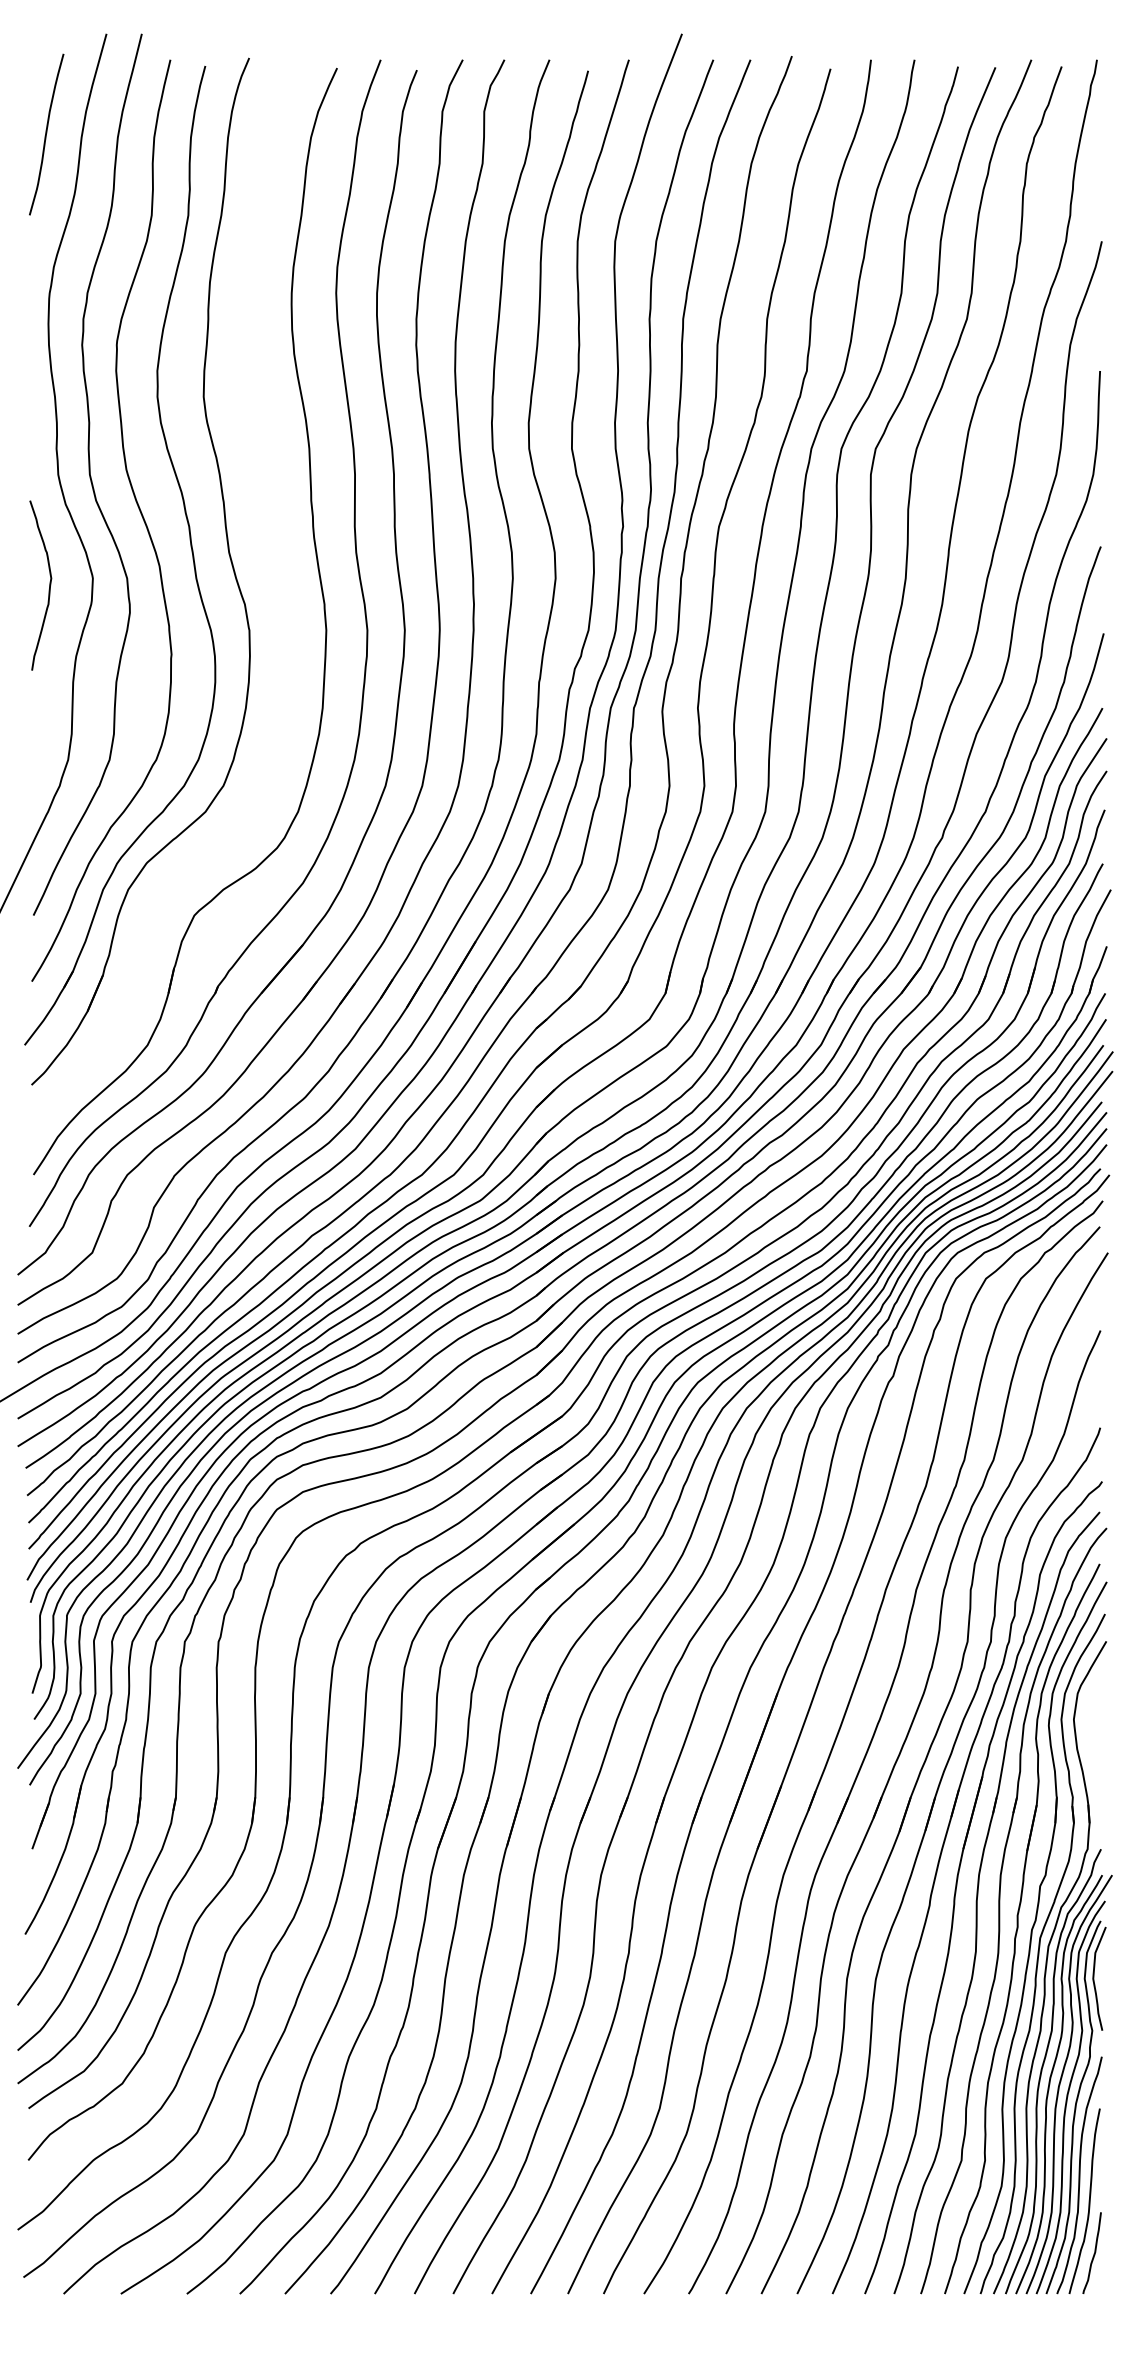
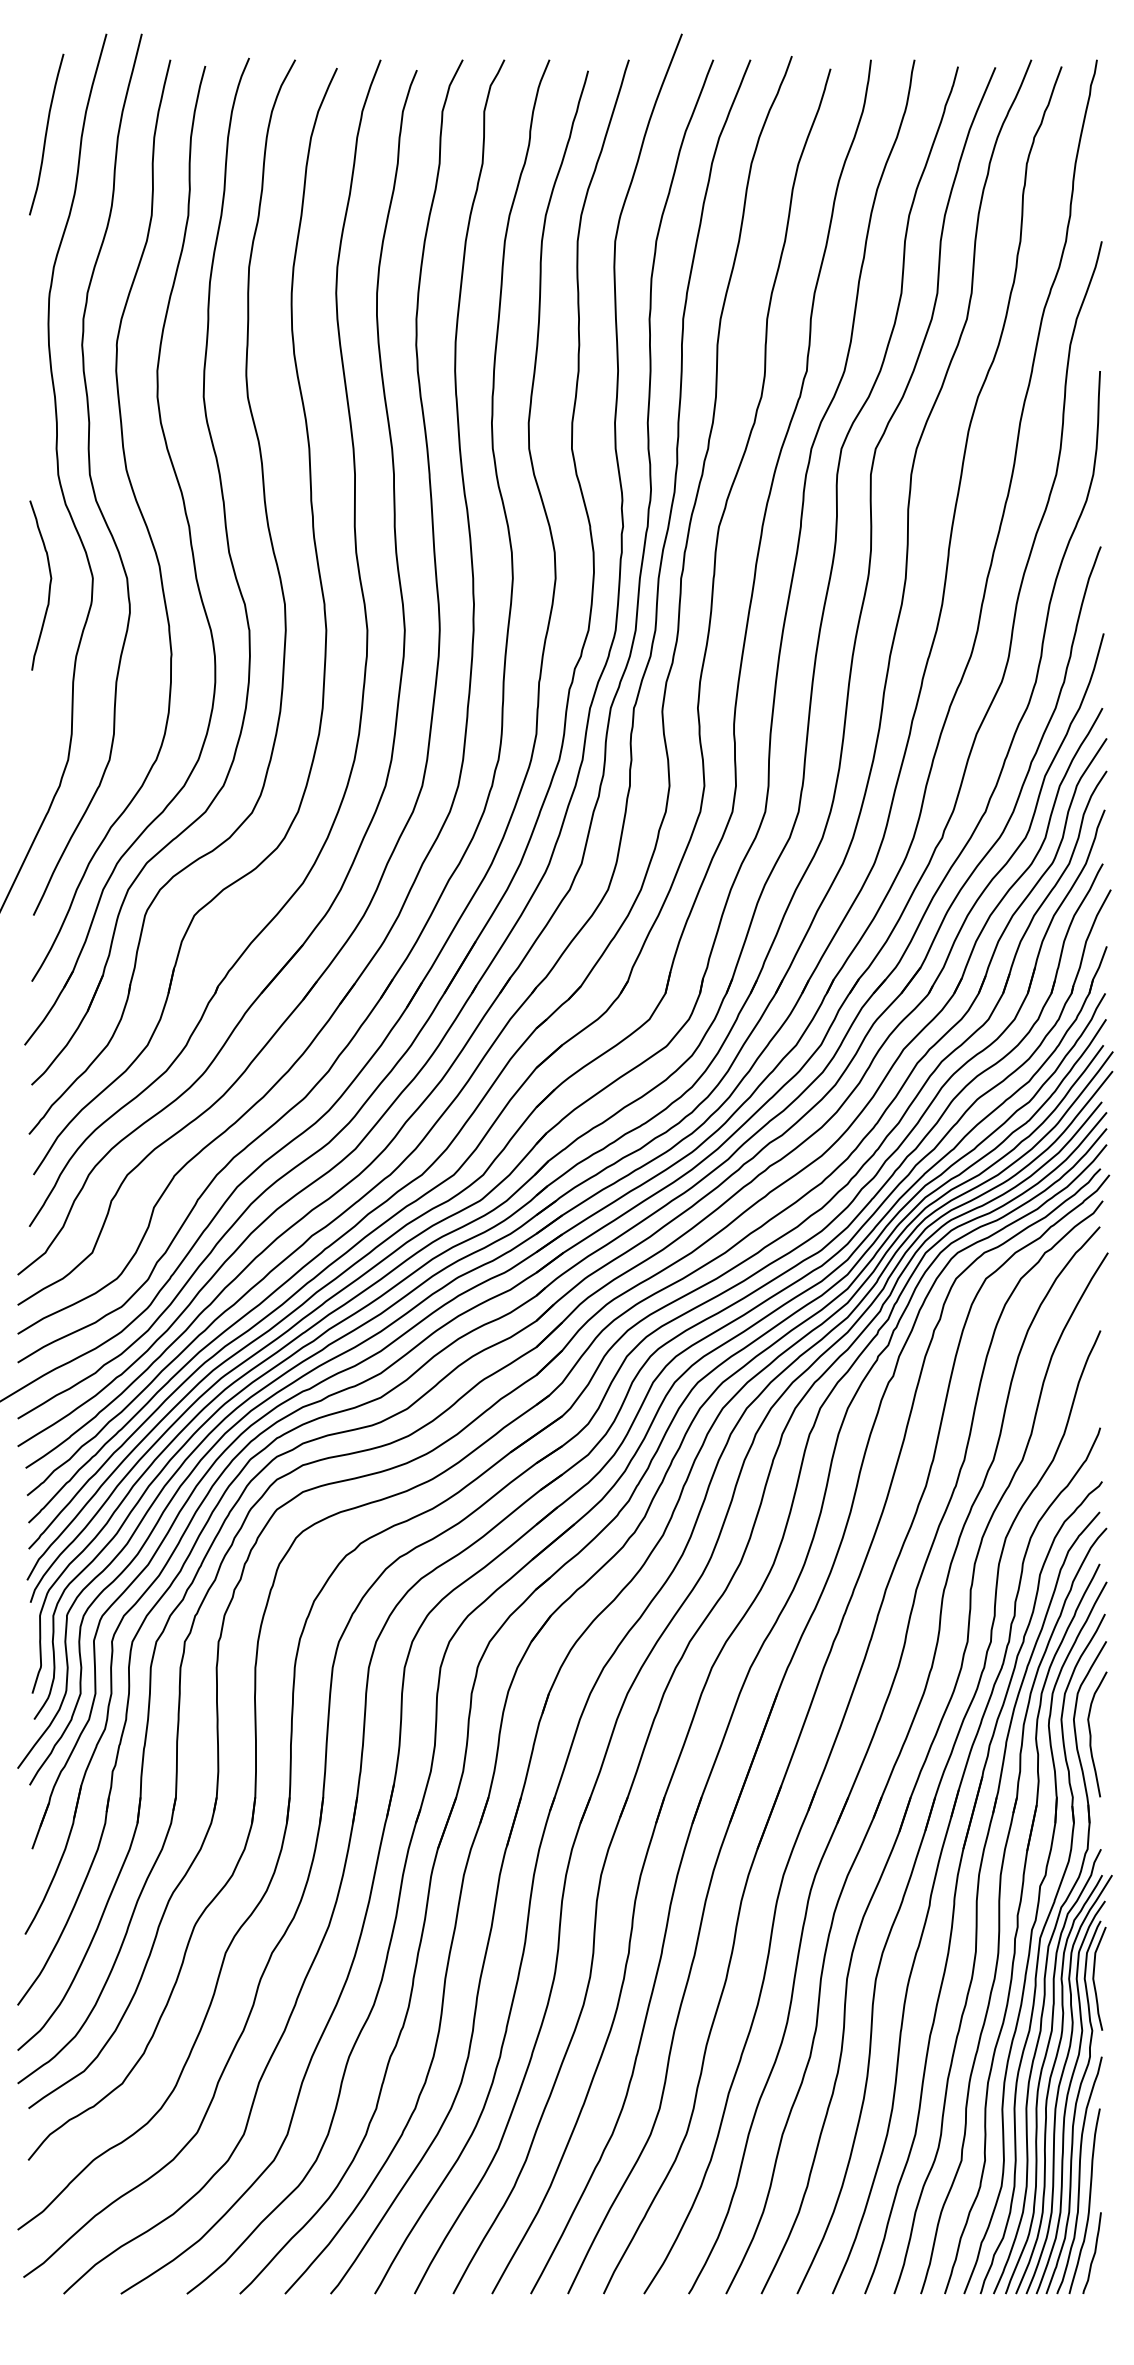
part at (276, 567): none -> present
curve at (1091, 1734): none -> present
